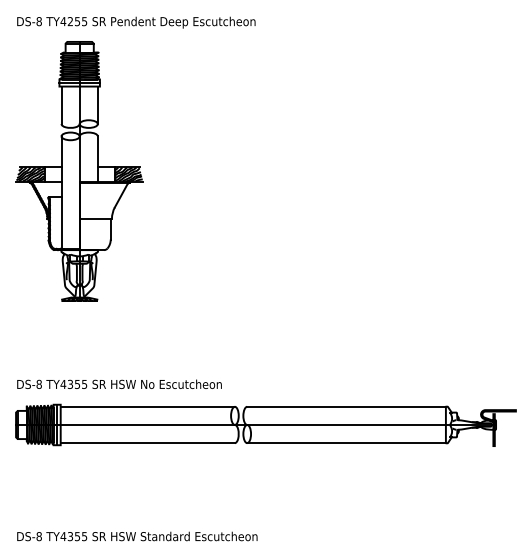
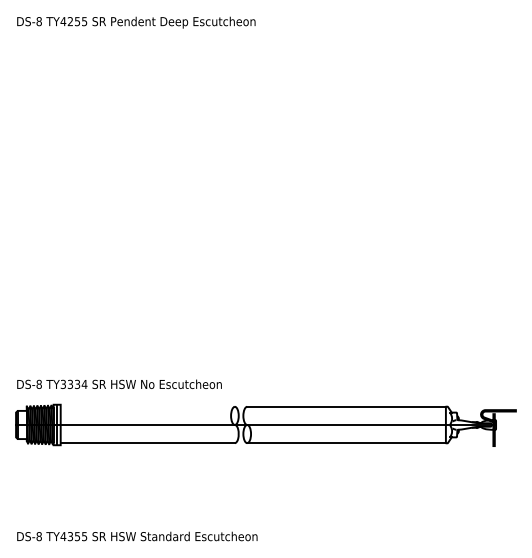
part at (79, 171): present -> none
text at (73, 383): TY4355 -> TY3334
line at (147, 406): present -> none
